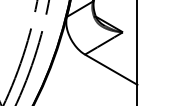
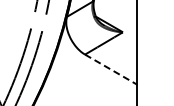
line at (111, 69): solid -> dashed
